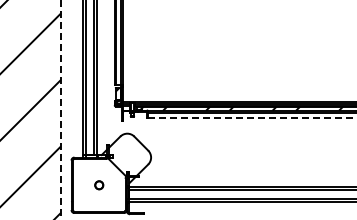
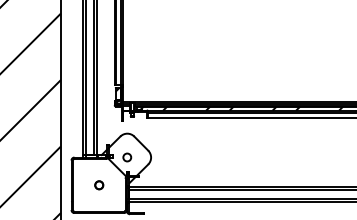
line at (60, 109): dashed -> solid
line at (252, 118): dashed -> solid
circle at (127, 157): none -> present
